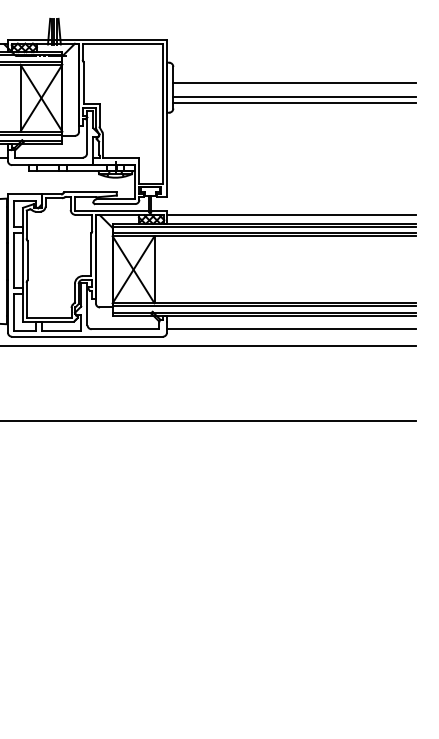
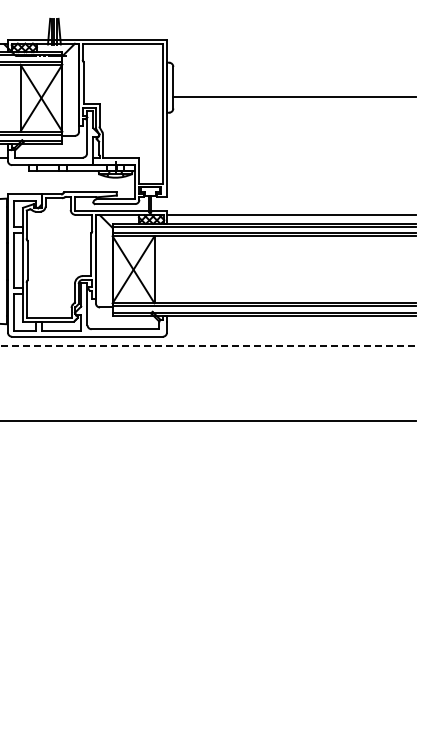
line at (294, 82): present -> none
line at (294, 102): present -> none
line at (291, 329): present -> none
line at (208, 346): solid -> dashed
